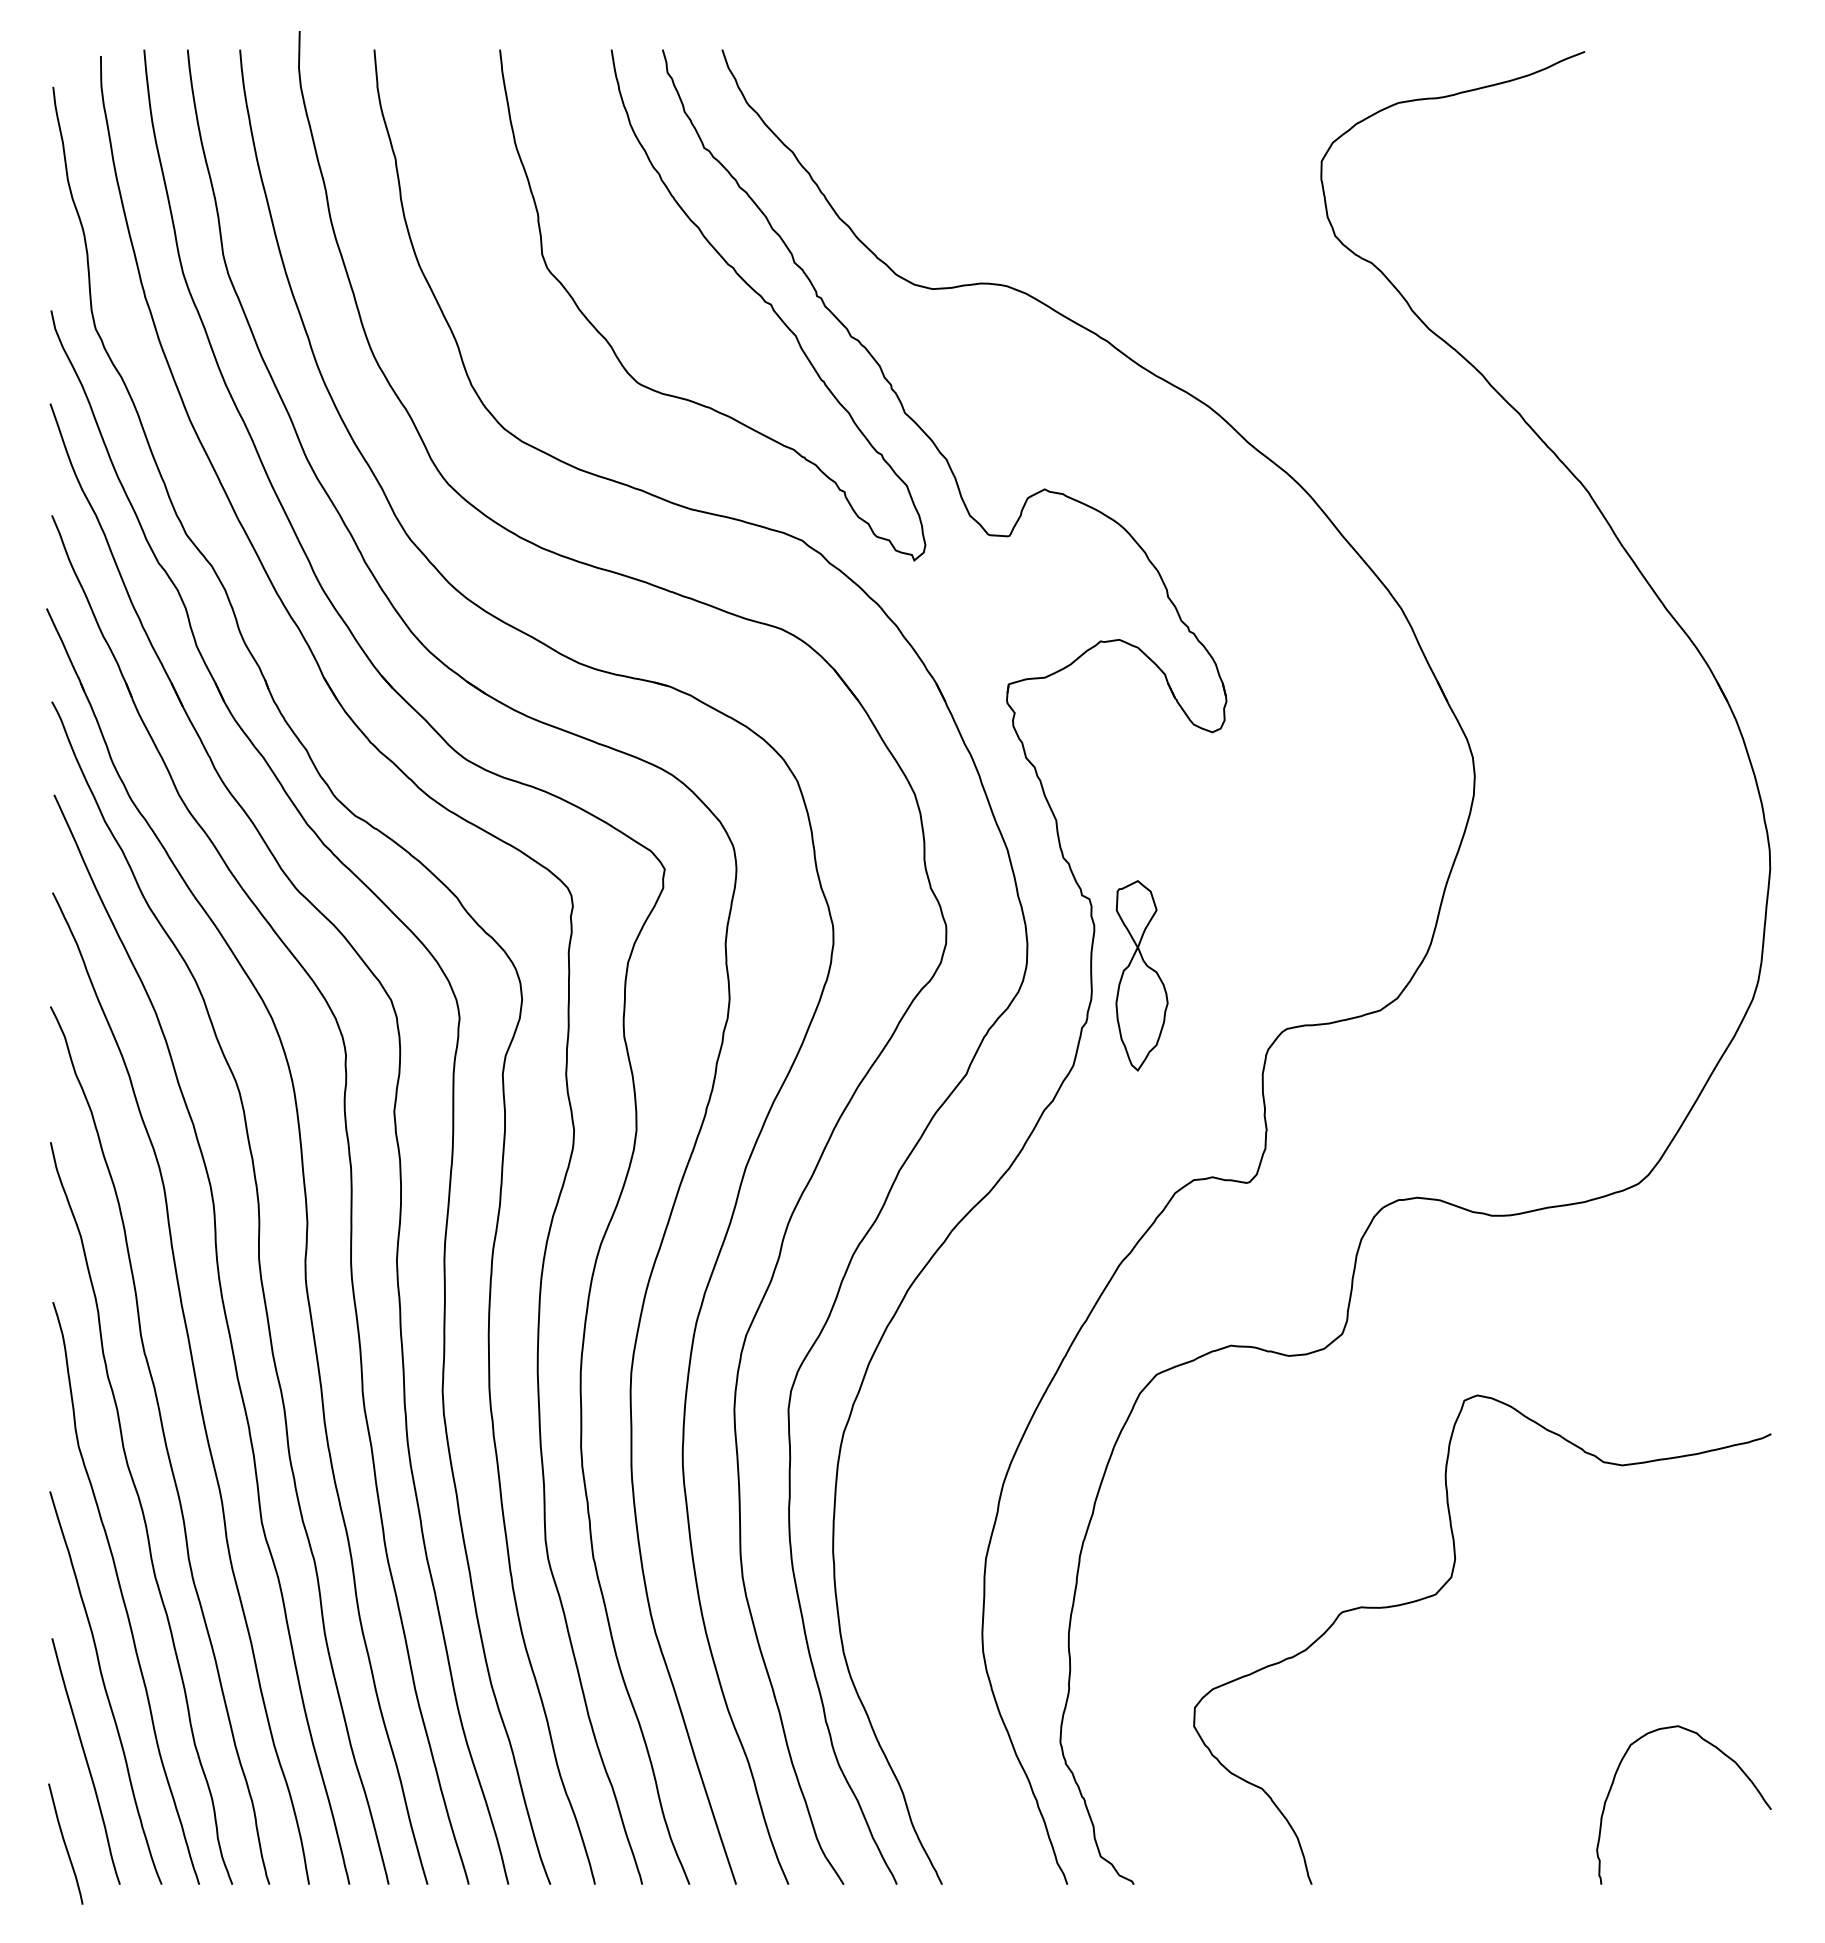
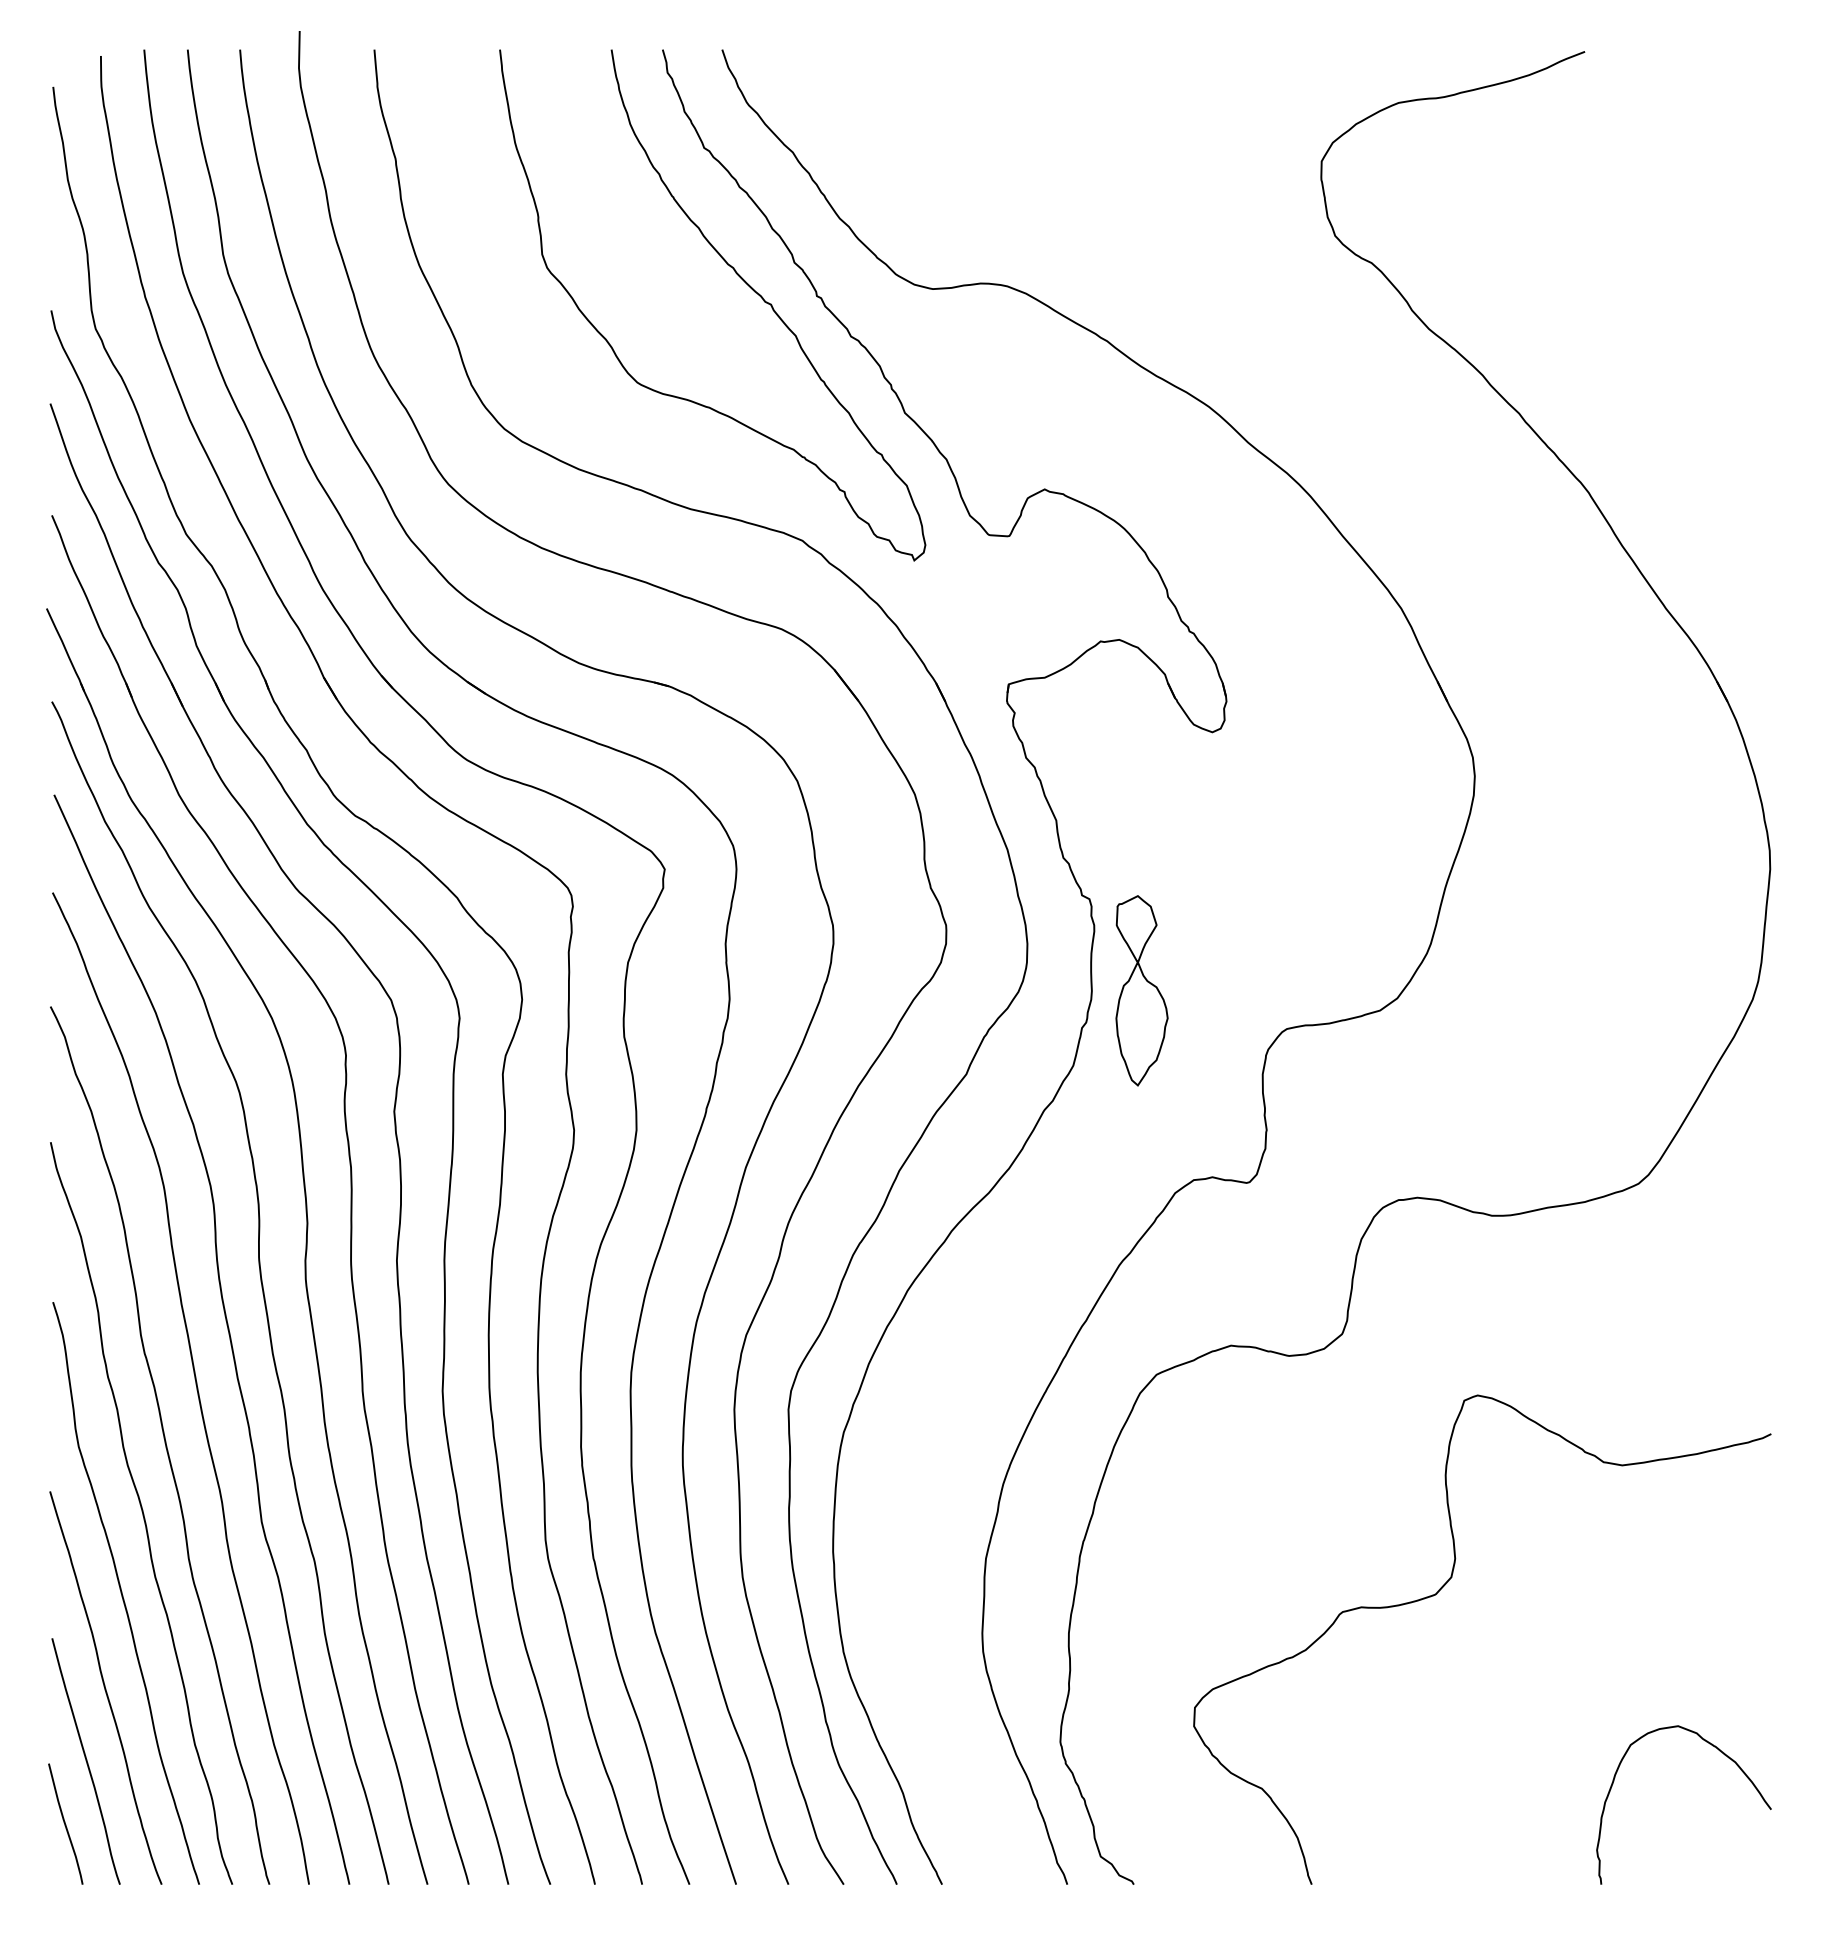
part at (1141, 975) position: (1141, 975) -> (1141, 990)
curve at (65, 1843) position: (65, 1843) -> (65, 1823)
